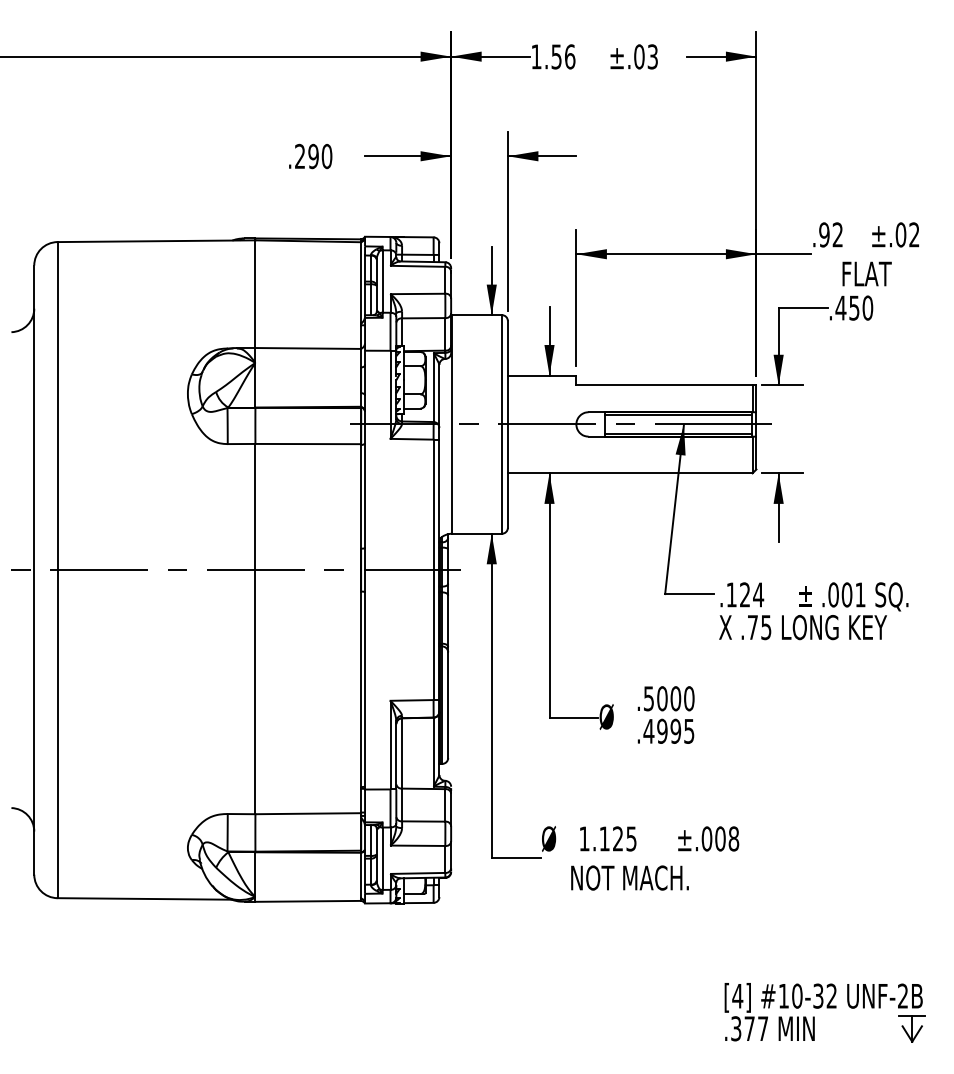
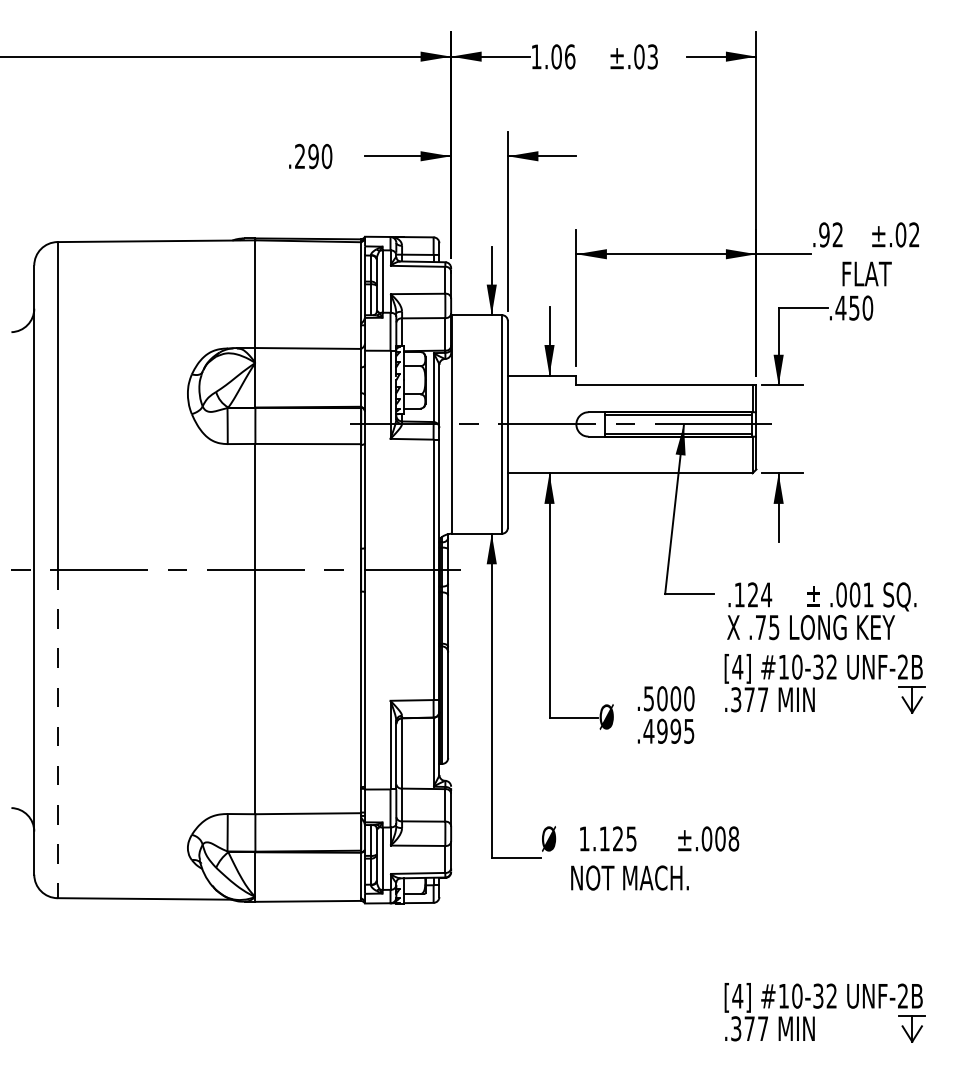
text at (556, 56): 1.56 -> 1.06
text at (813, 611) position: (813, 611) -> (821, 611)
part at (824, 683): none -> present
line at (57, 734): solid -> dashed
